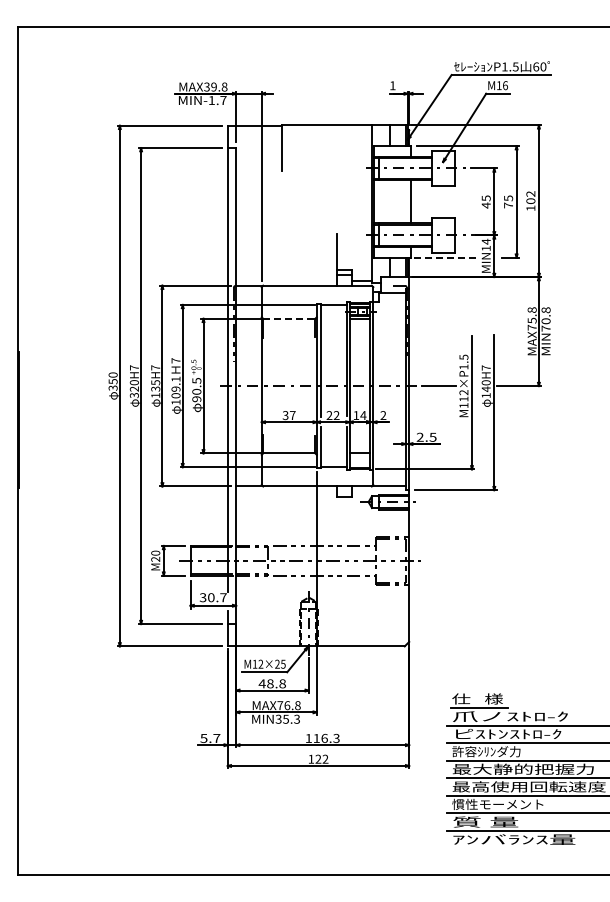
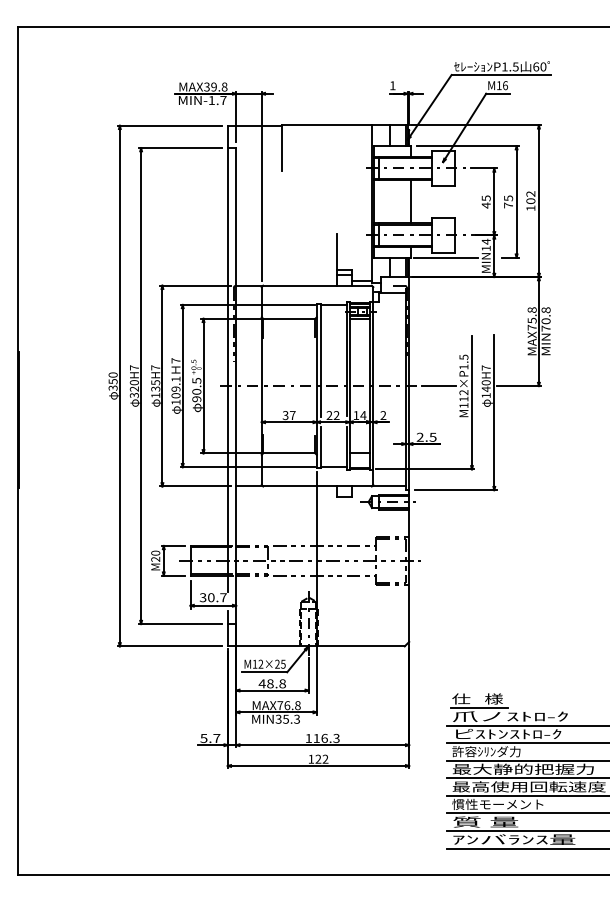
line at (446, 257): dashed -> solid
line at (289, 318): dashed -> solid
line at (526, 848): none -> present
